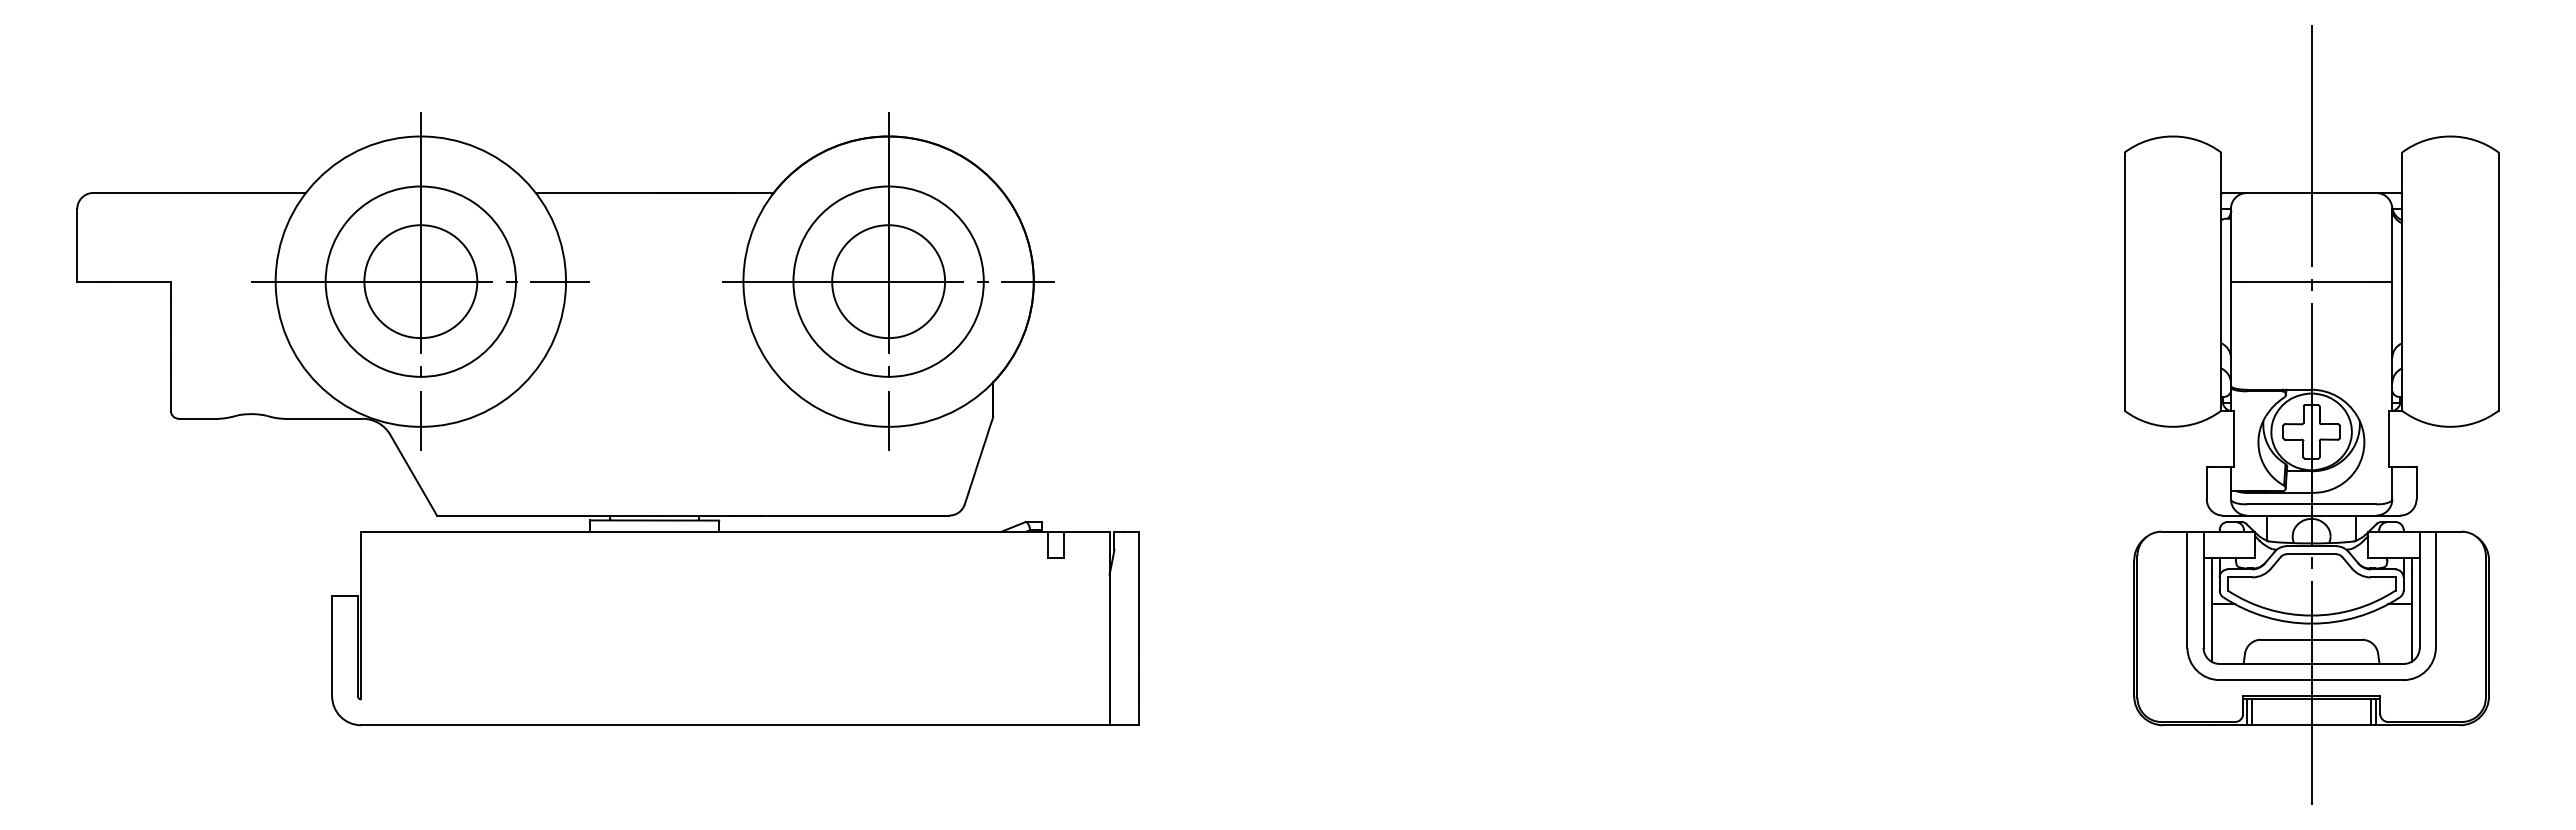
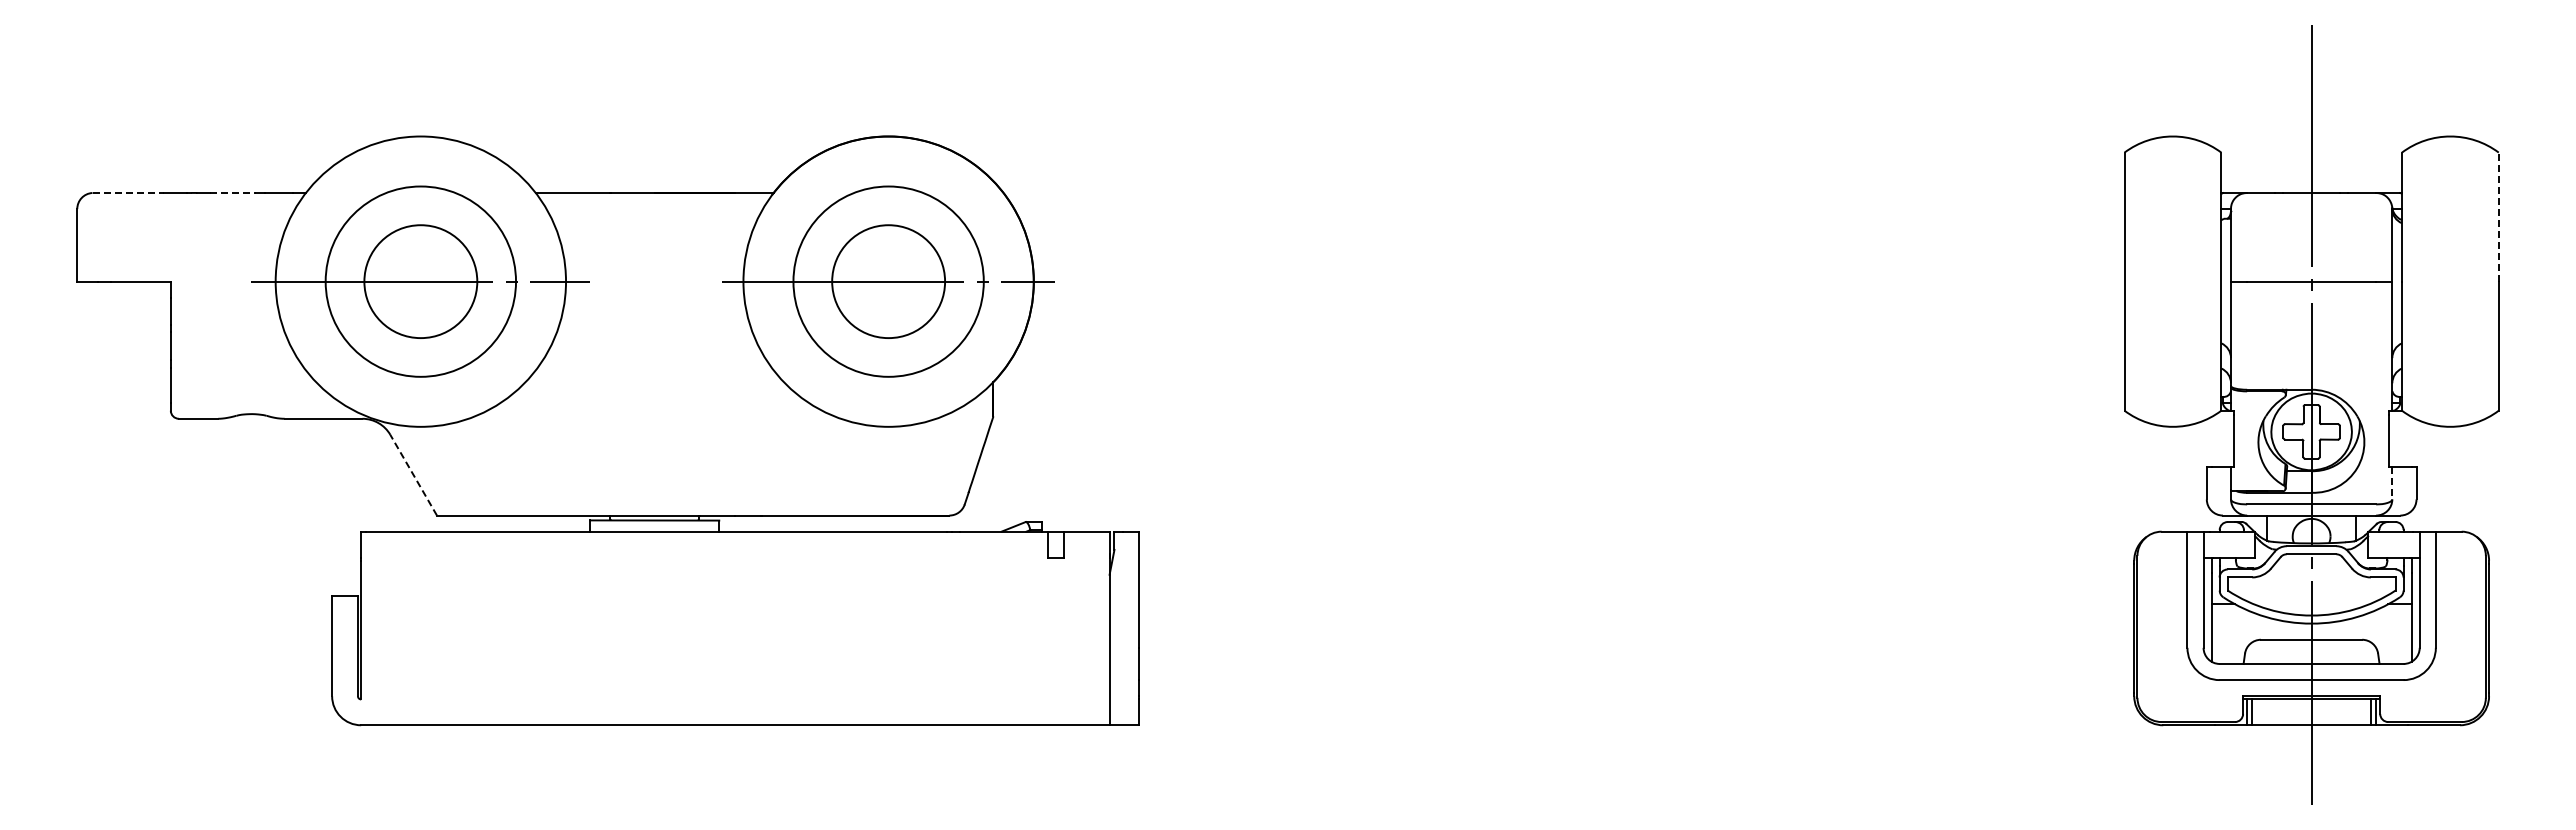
line at (128, 192): solid -> dashed
line at (233, 192): solid -> dashed
line at (2498, 217): solid -> dashed
line at (420, 281): present -> none
line at (888, 281): present -> none
line at (413, 475): solid -> dashed
line at (2392, 483): solid -> dashed
